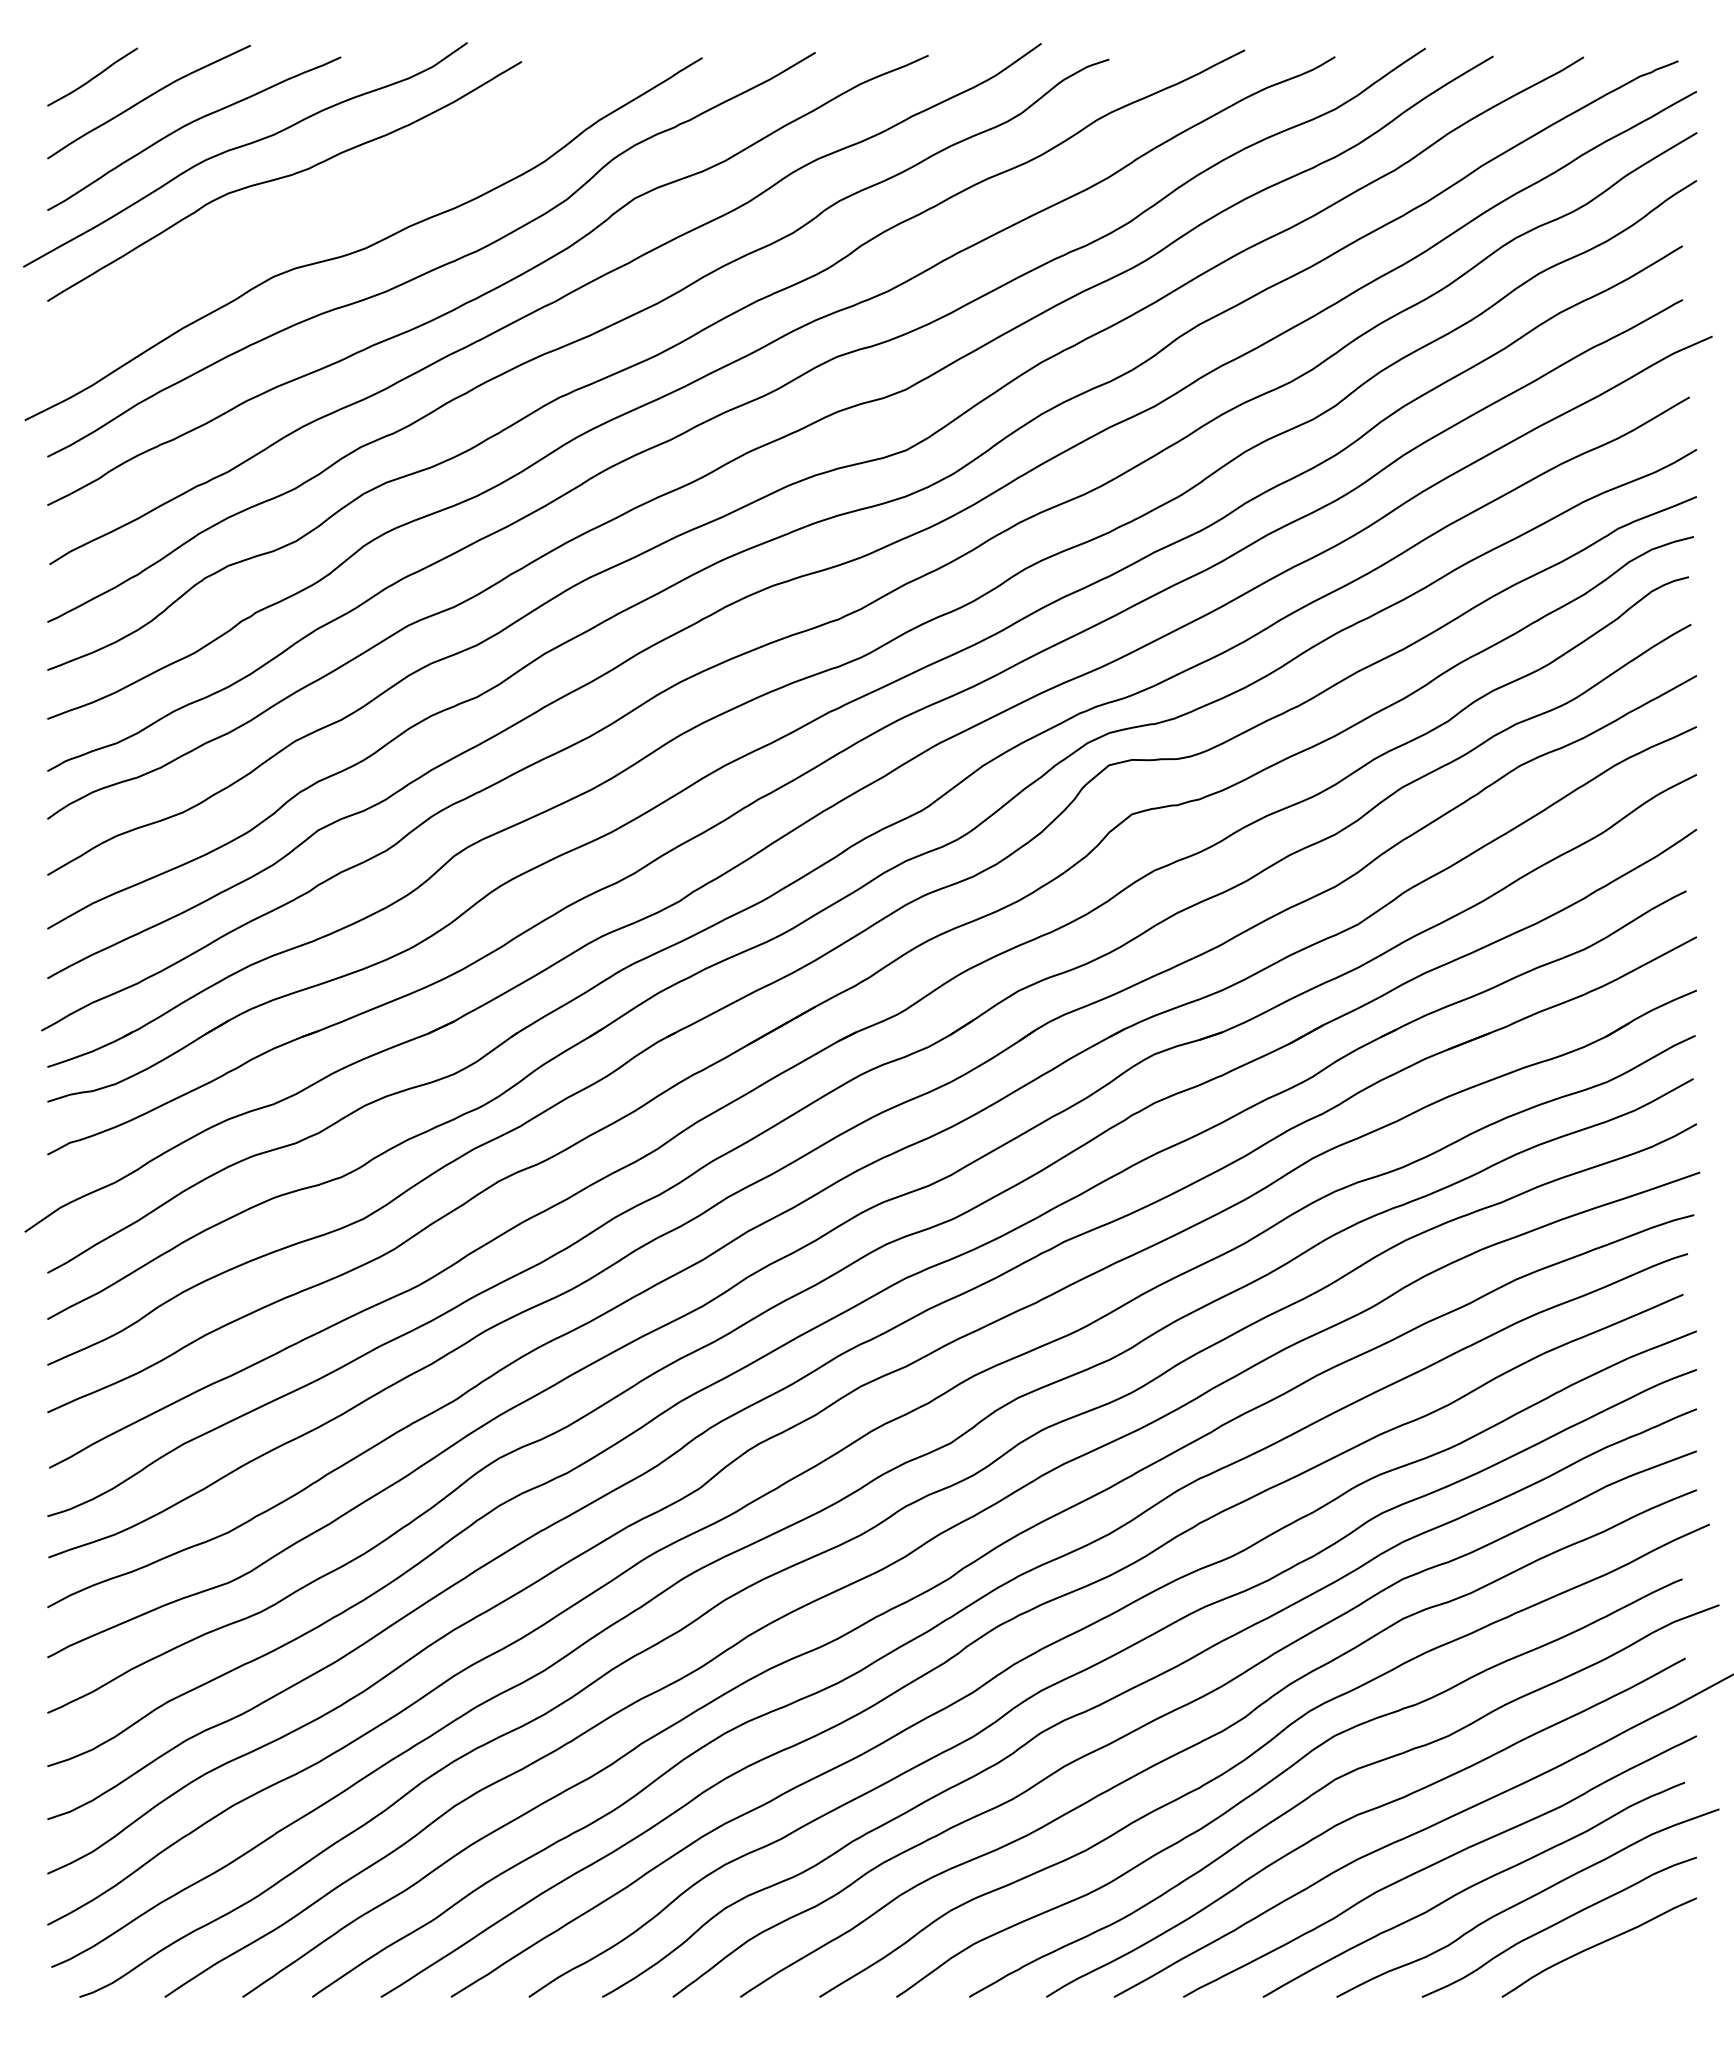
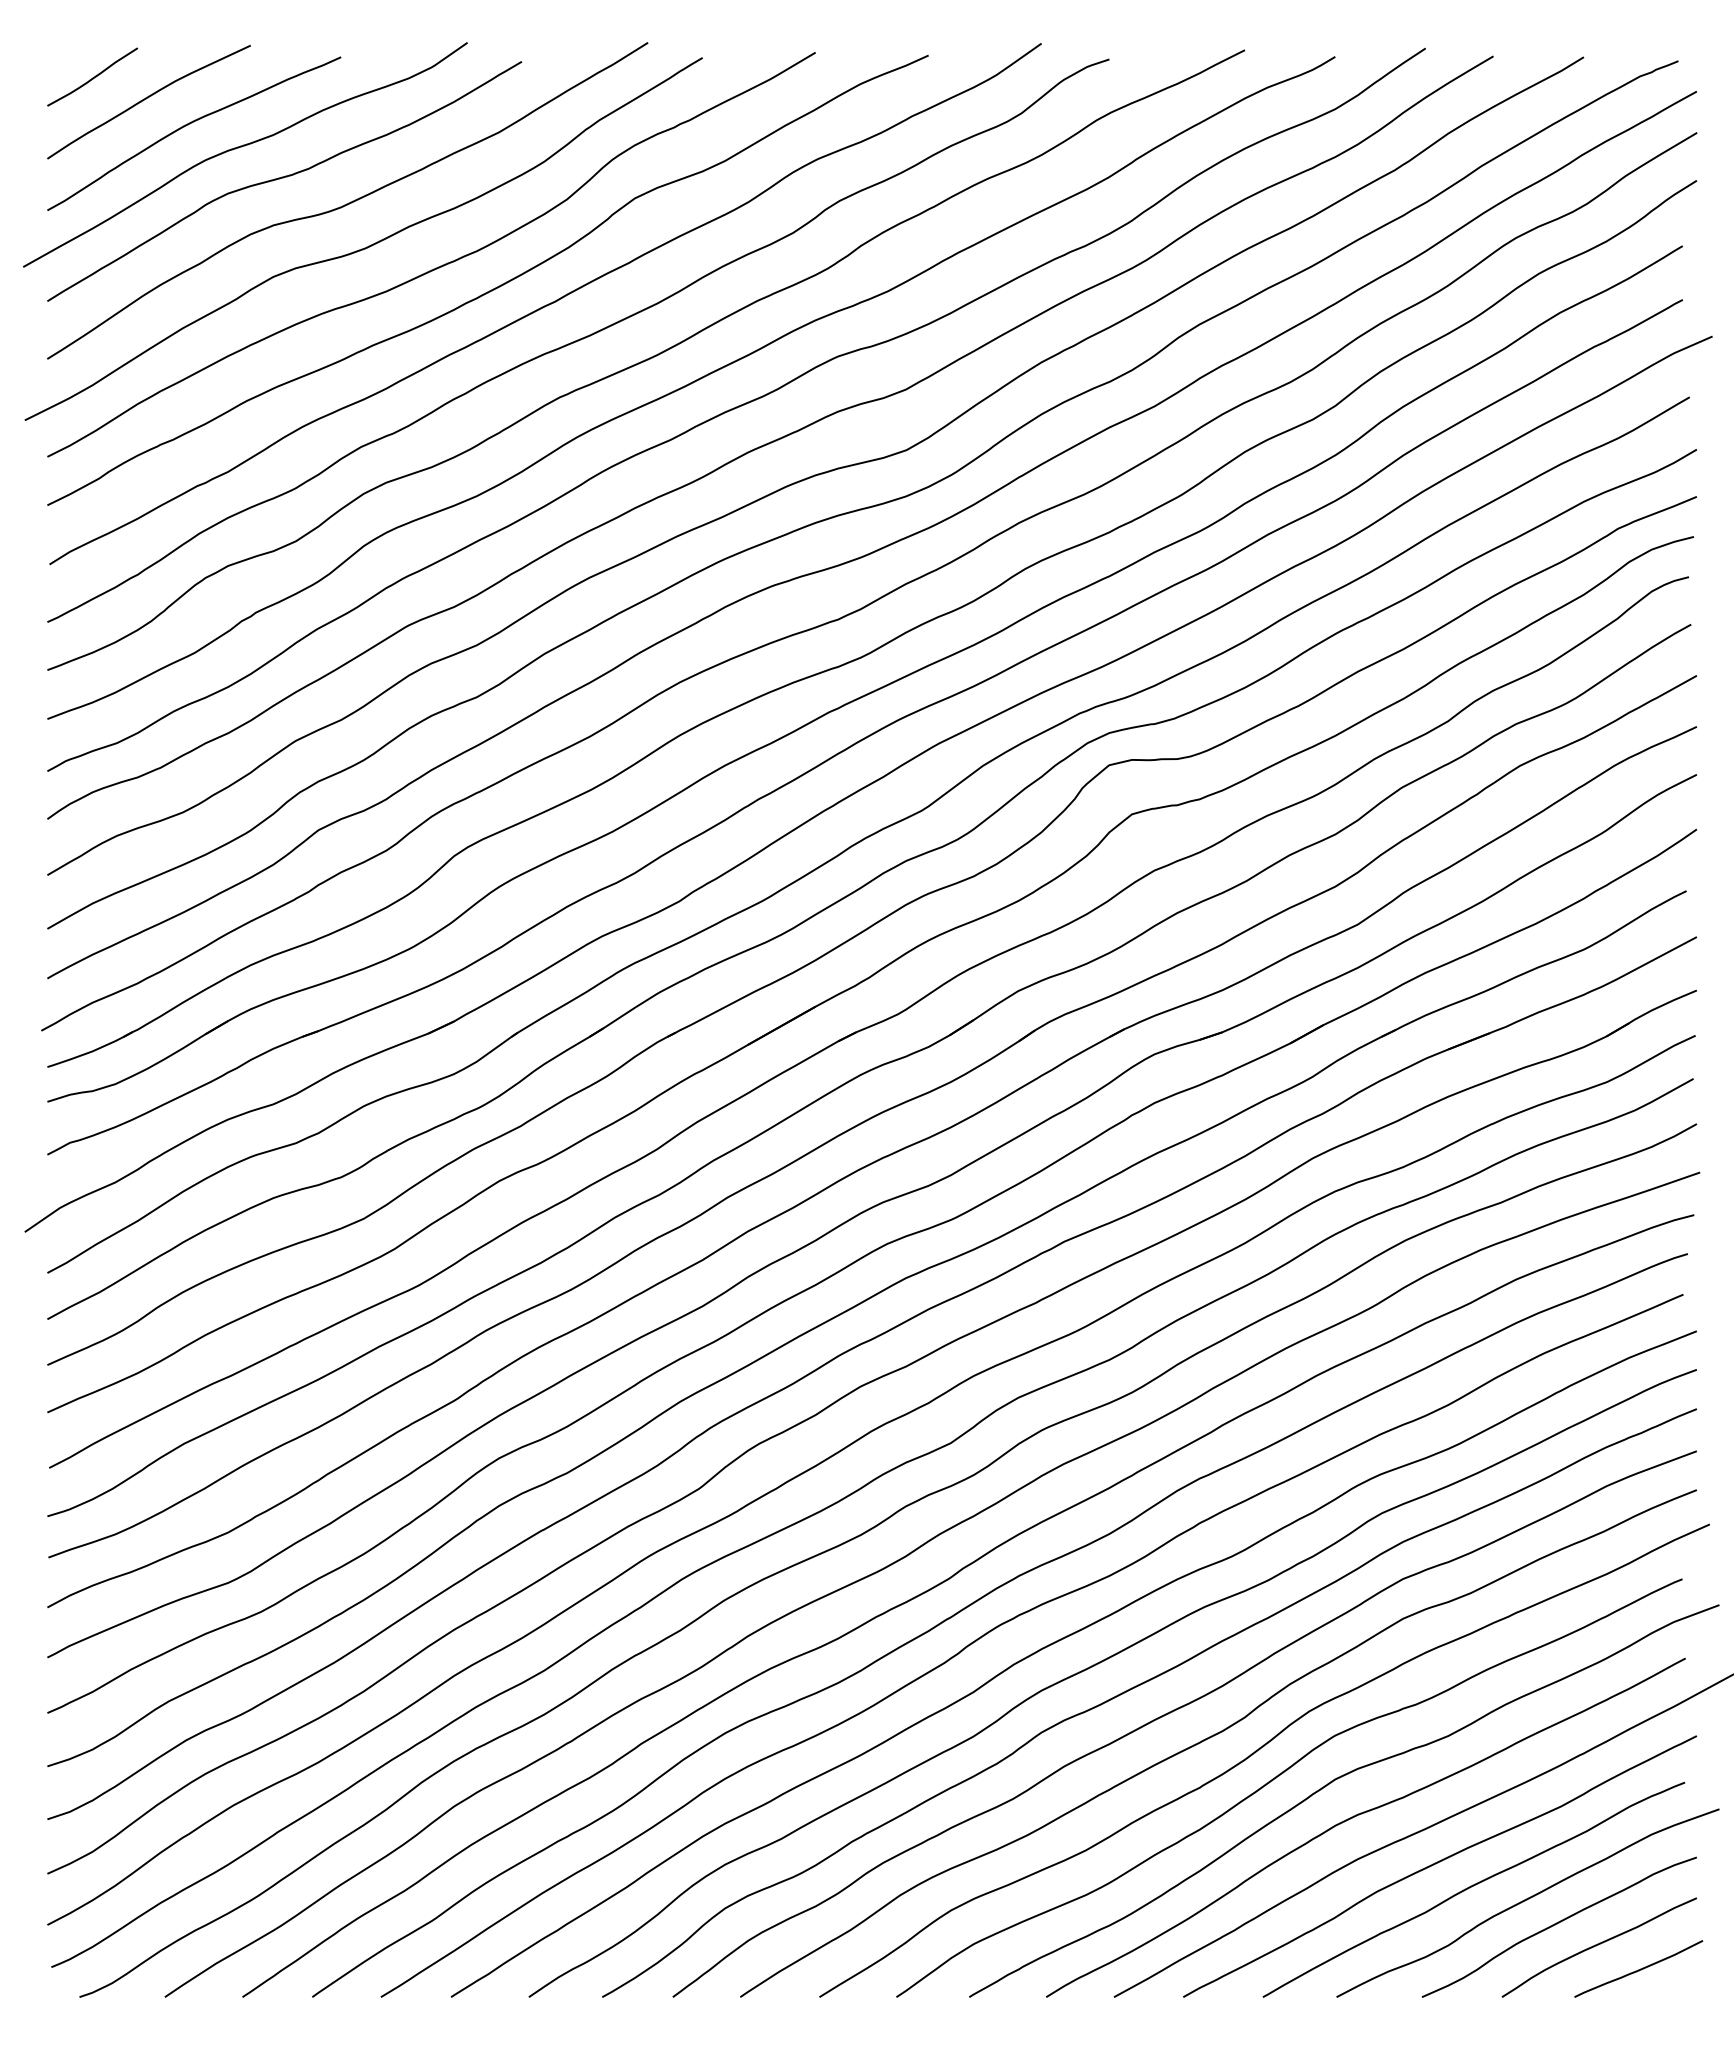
curve at (348, 202): none -> present
curve at (1638, 1969): none -> present
